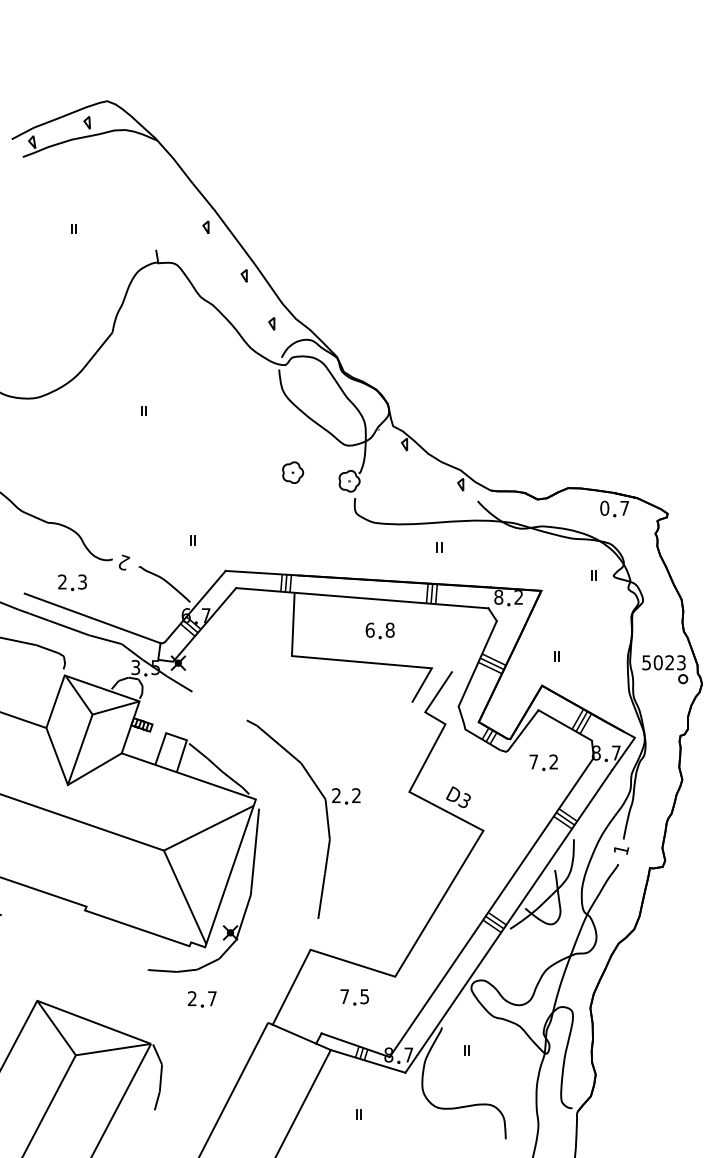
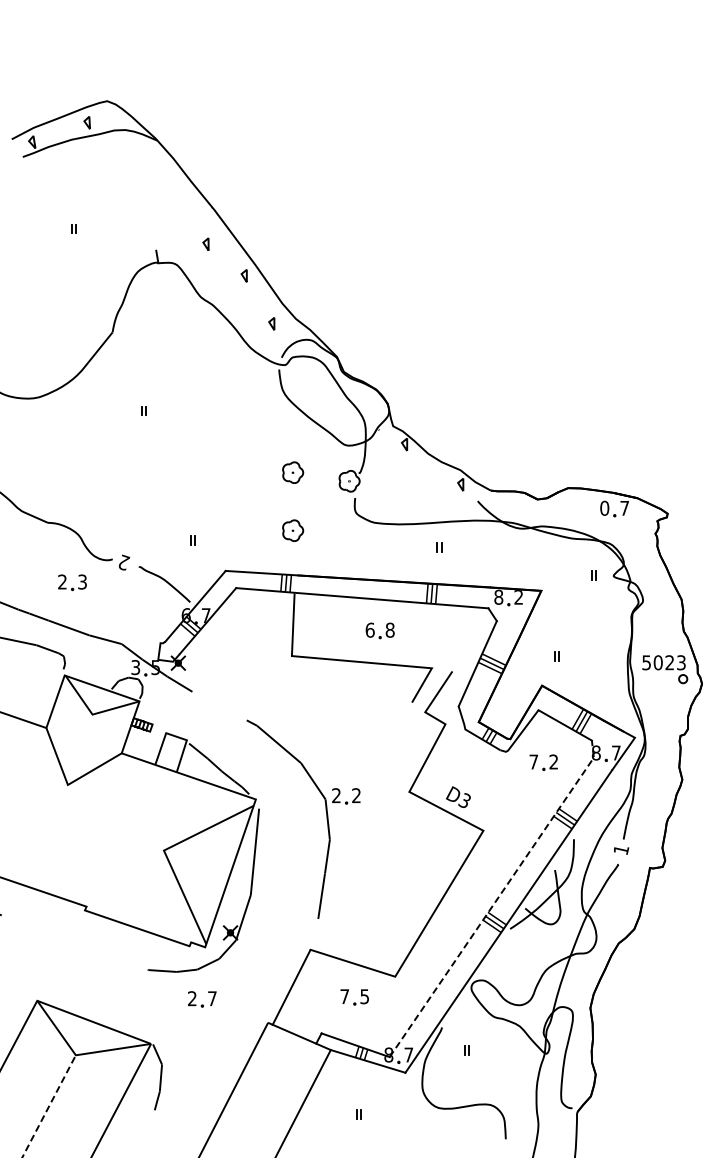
part at (205, 226) position: (205, 226) -> (205, 243)
part at (293, 530): none -> present
line at (92, 618): present -> none
line at (79, 749): present -> none
line at (82, 822): present -> none
line at (497, 899): solid -> dashed
line at (49, 1106): solid -> dashed
